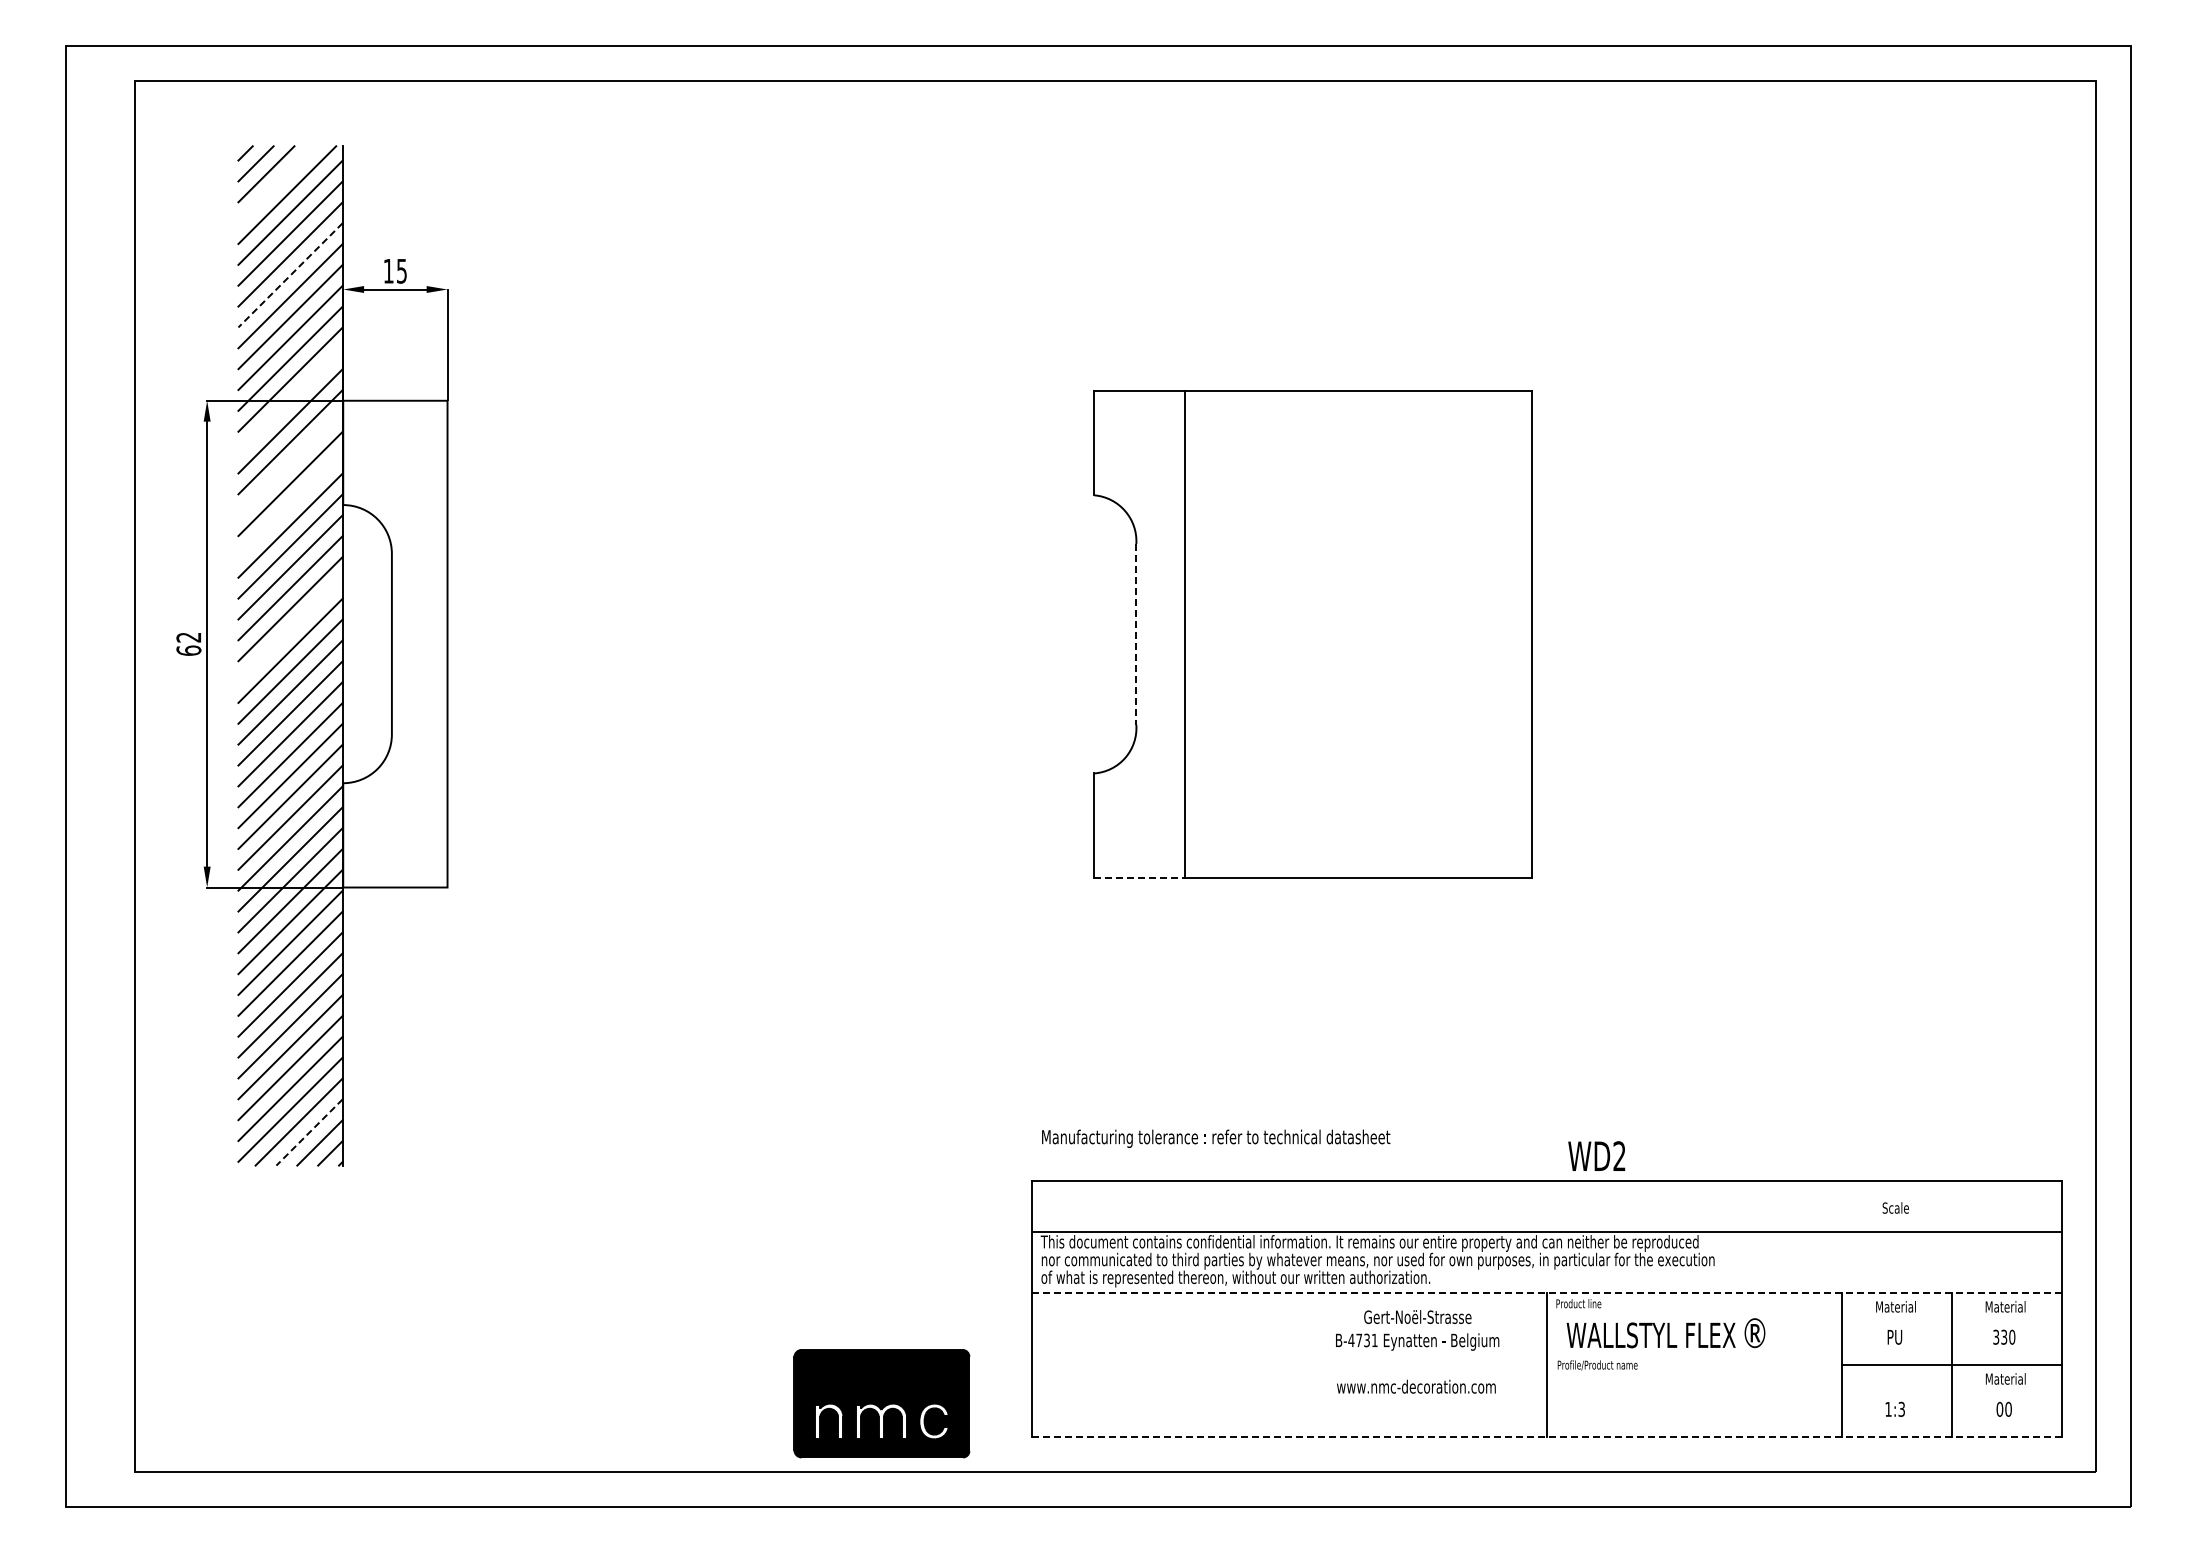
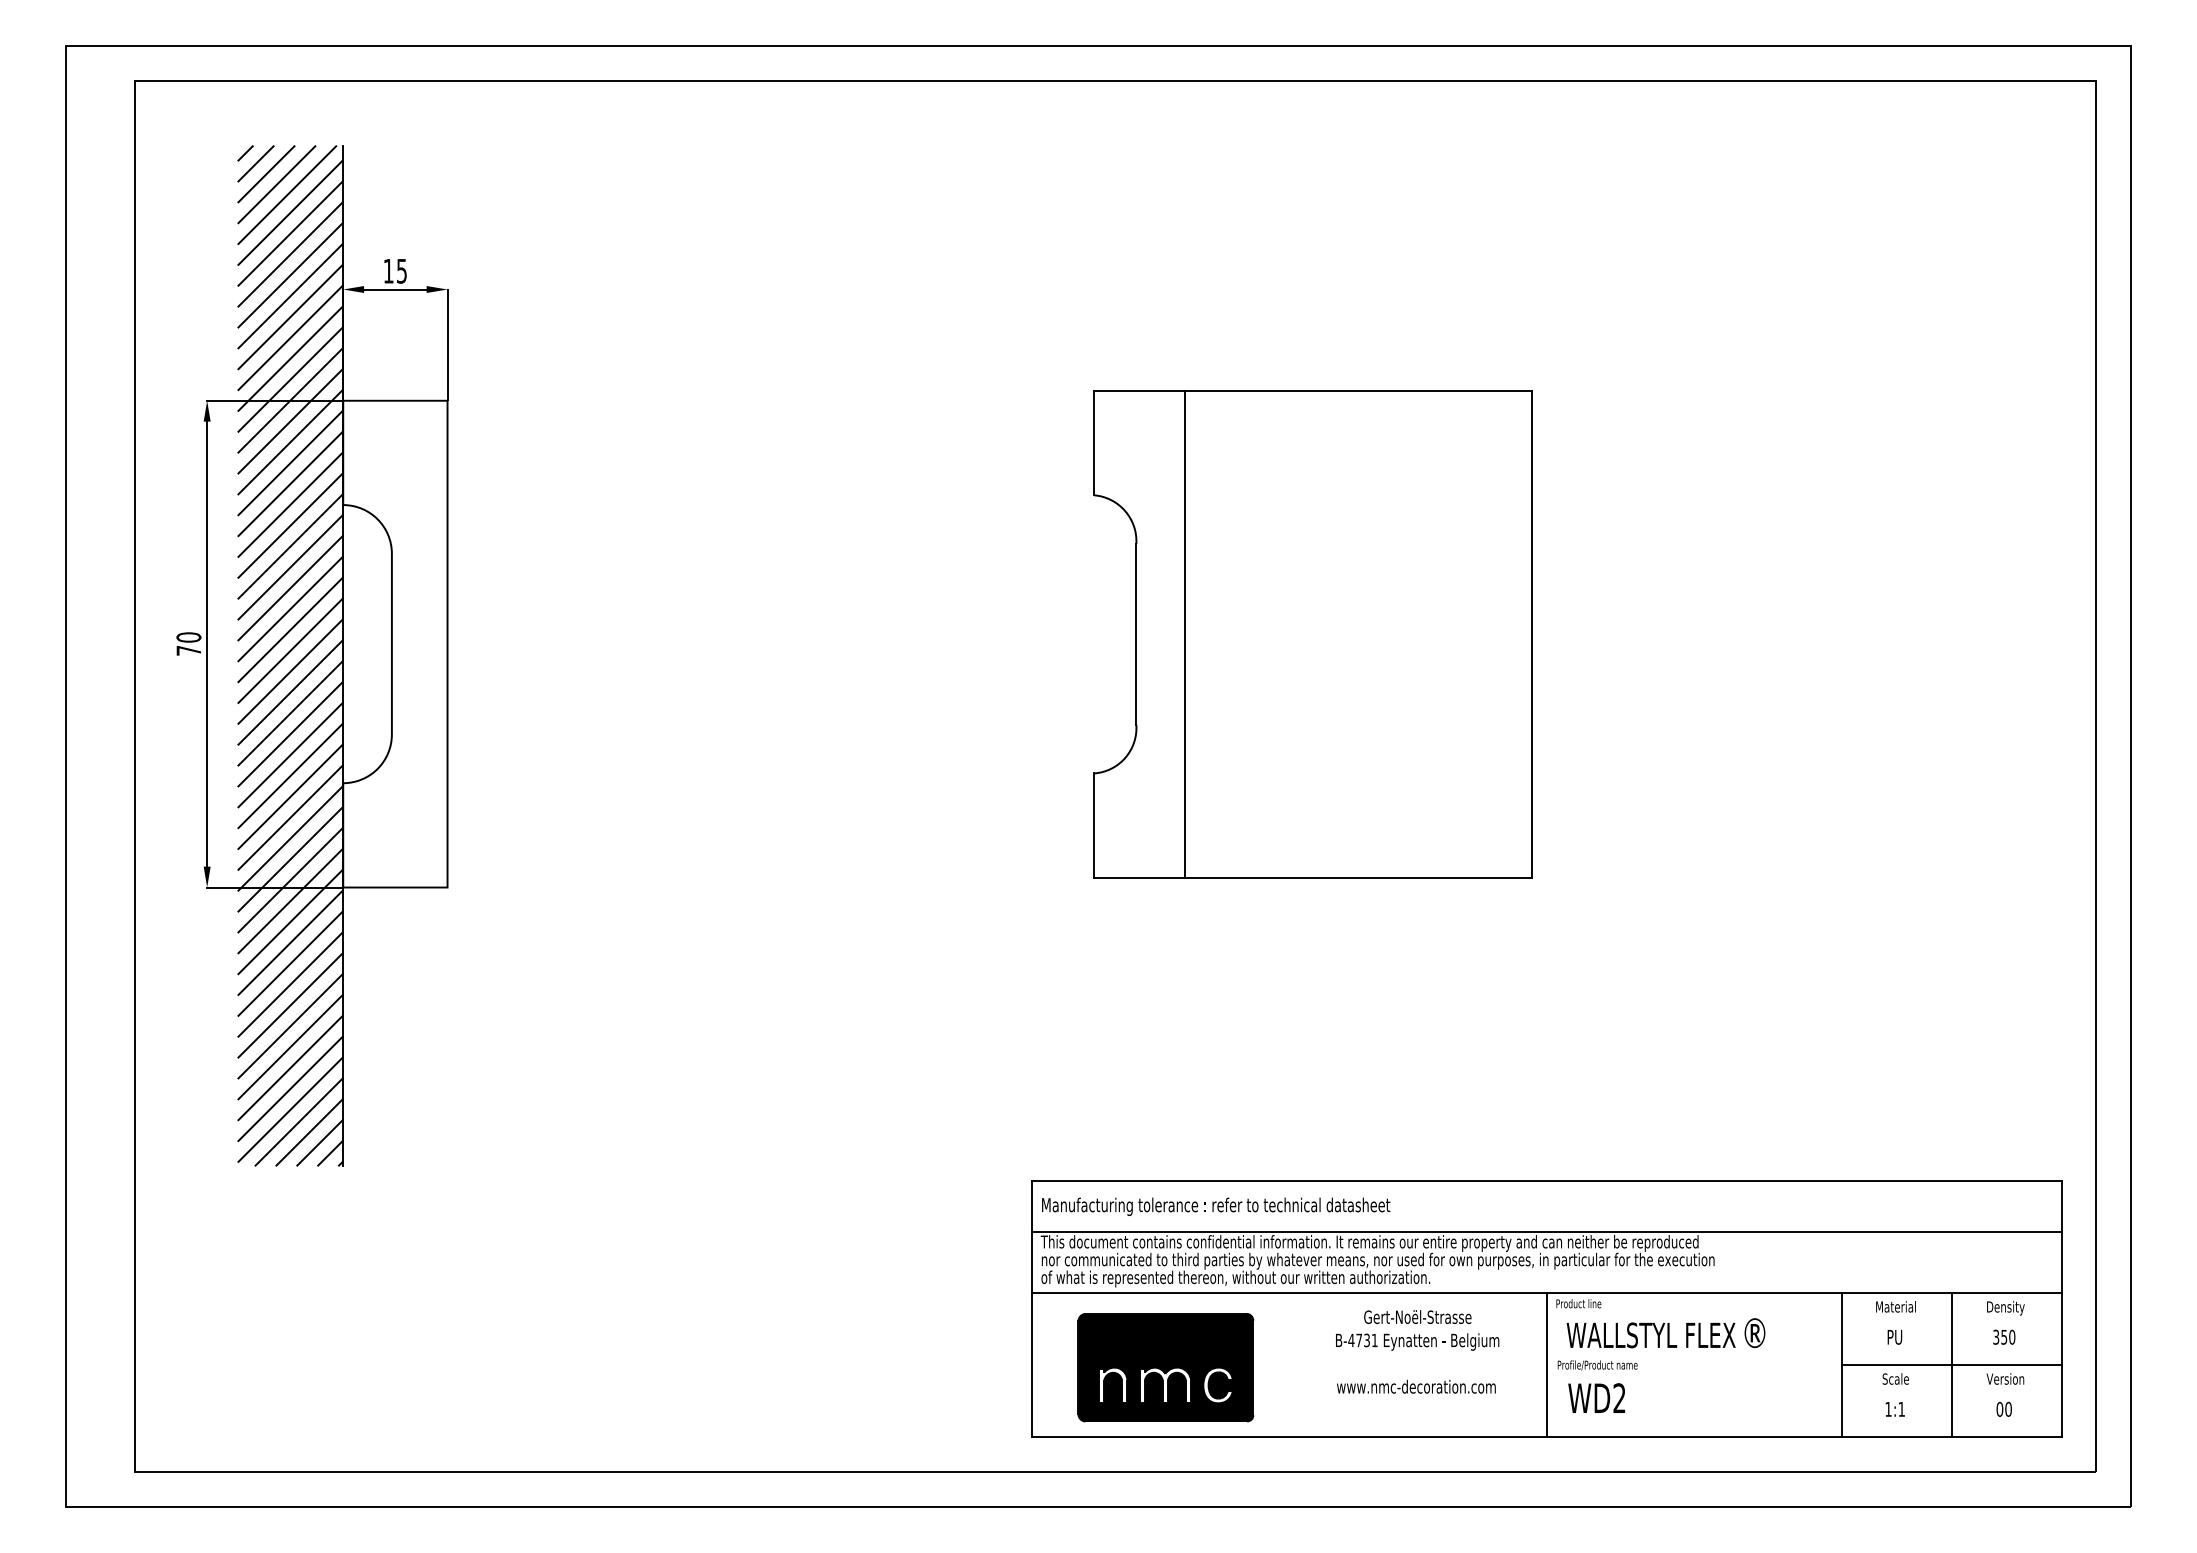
line at (276, 184): none -> present
line at (290, 275): dashed -> solid
line at (290, 400): none -> present
line at (290, 462): none -> present
line at (290, 504): none -> present
line at (290, 629): none -> present
line at (1136, 634): dashed -> solid
text at (188, 643): 62 -> 70
line at (1139, 877): dashed -> solid
line at (309, 1132): dashed -> solid
text at (1216, 1138) position: (1216, 1138) -> (1216, 1206)
text at (1596, 1155) position: (1596, 1155) -> (1596, 1397)
text at (1895, 1207) position: (1895, 1207) -> (1895, 1378)
line at (1546, 1292): dashed -> solid
text at (2005, 1308): Material -> Density
text at (2004, 1336): 330 -> 350
text at (2005, 1378): Material -> Version
part at (881, 1403) position: (881, 1403) -> (1165, 1367)
text at (1901, 1408): 1:3 -> 1:1
line at (1546, 1437): dashed -> solid
